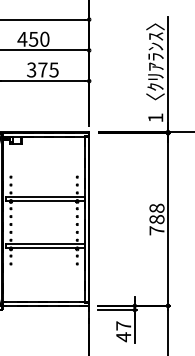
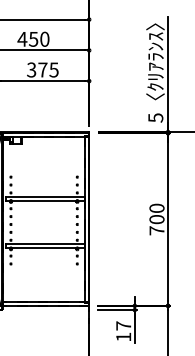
text at (155, 117): 1 -> 5
text at (156, 213): 788 -> 700
text at (123, 337): 47 -> 17
